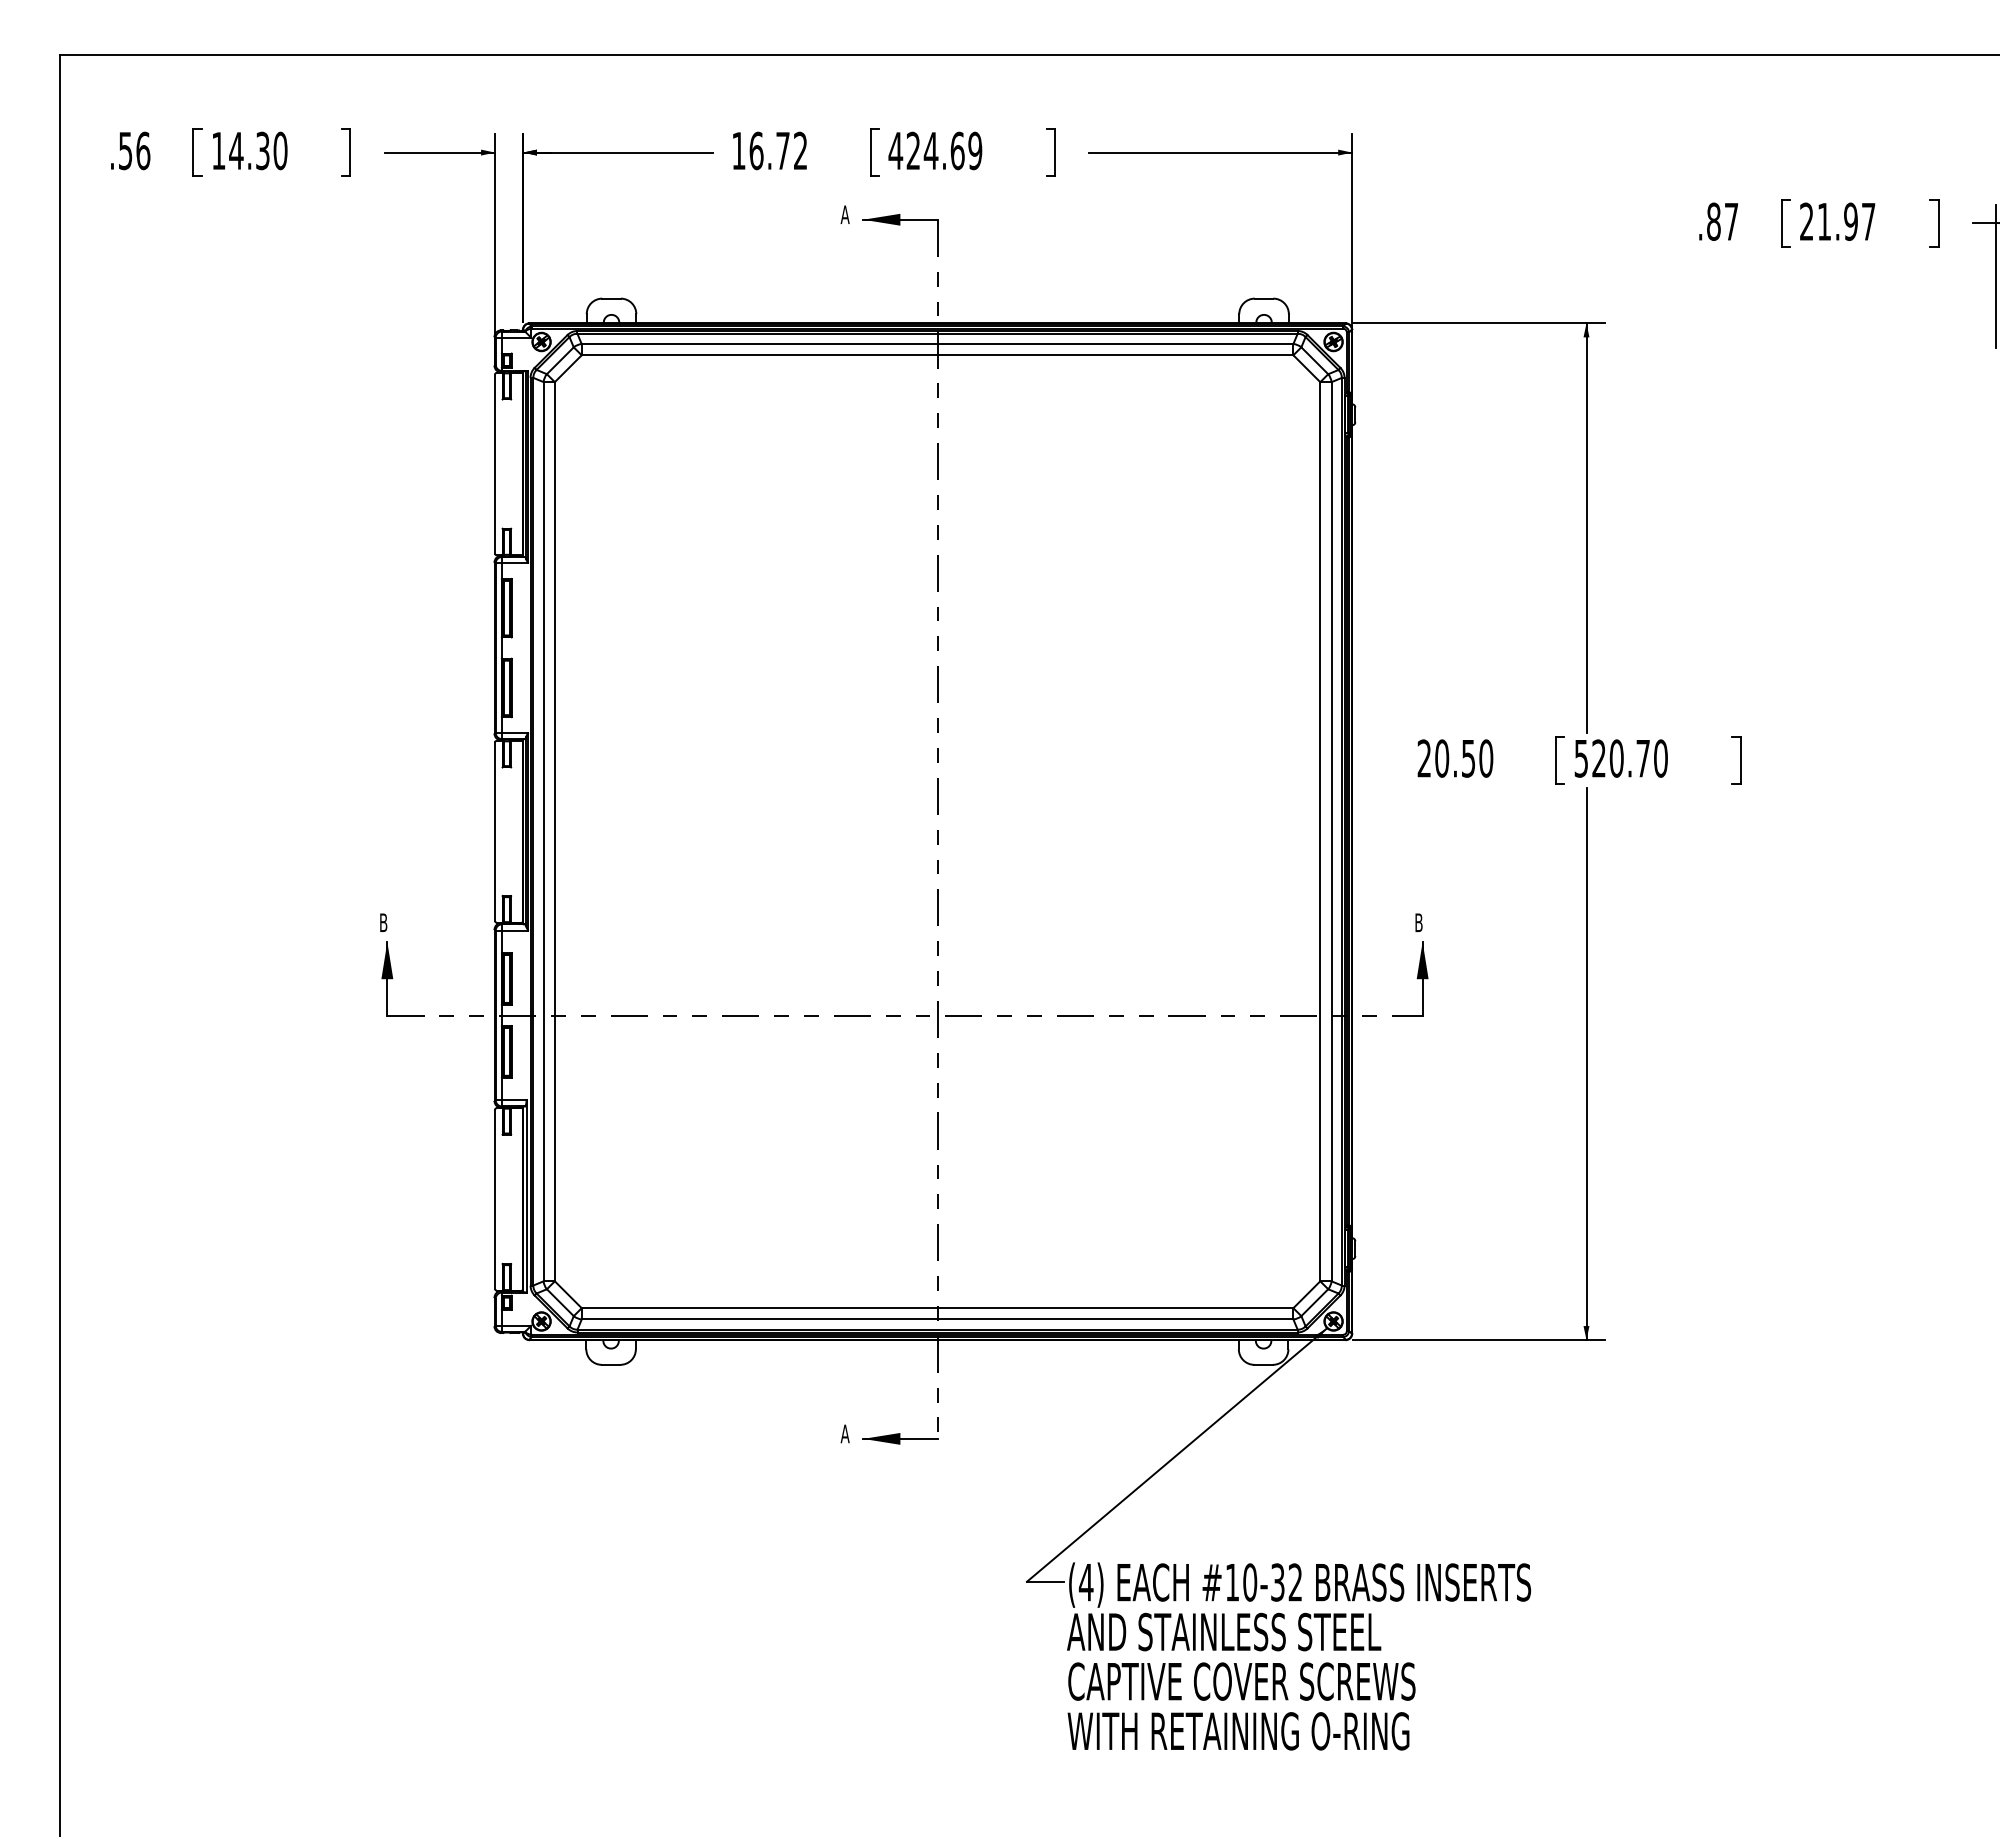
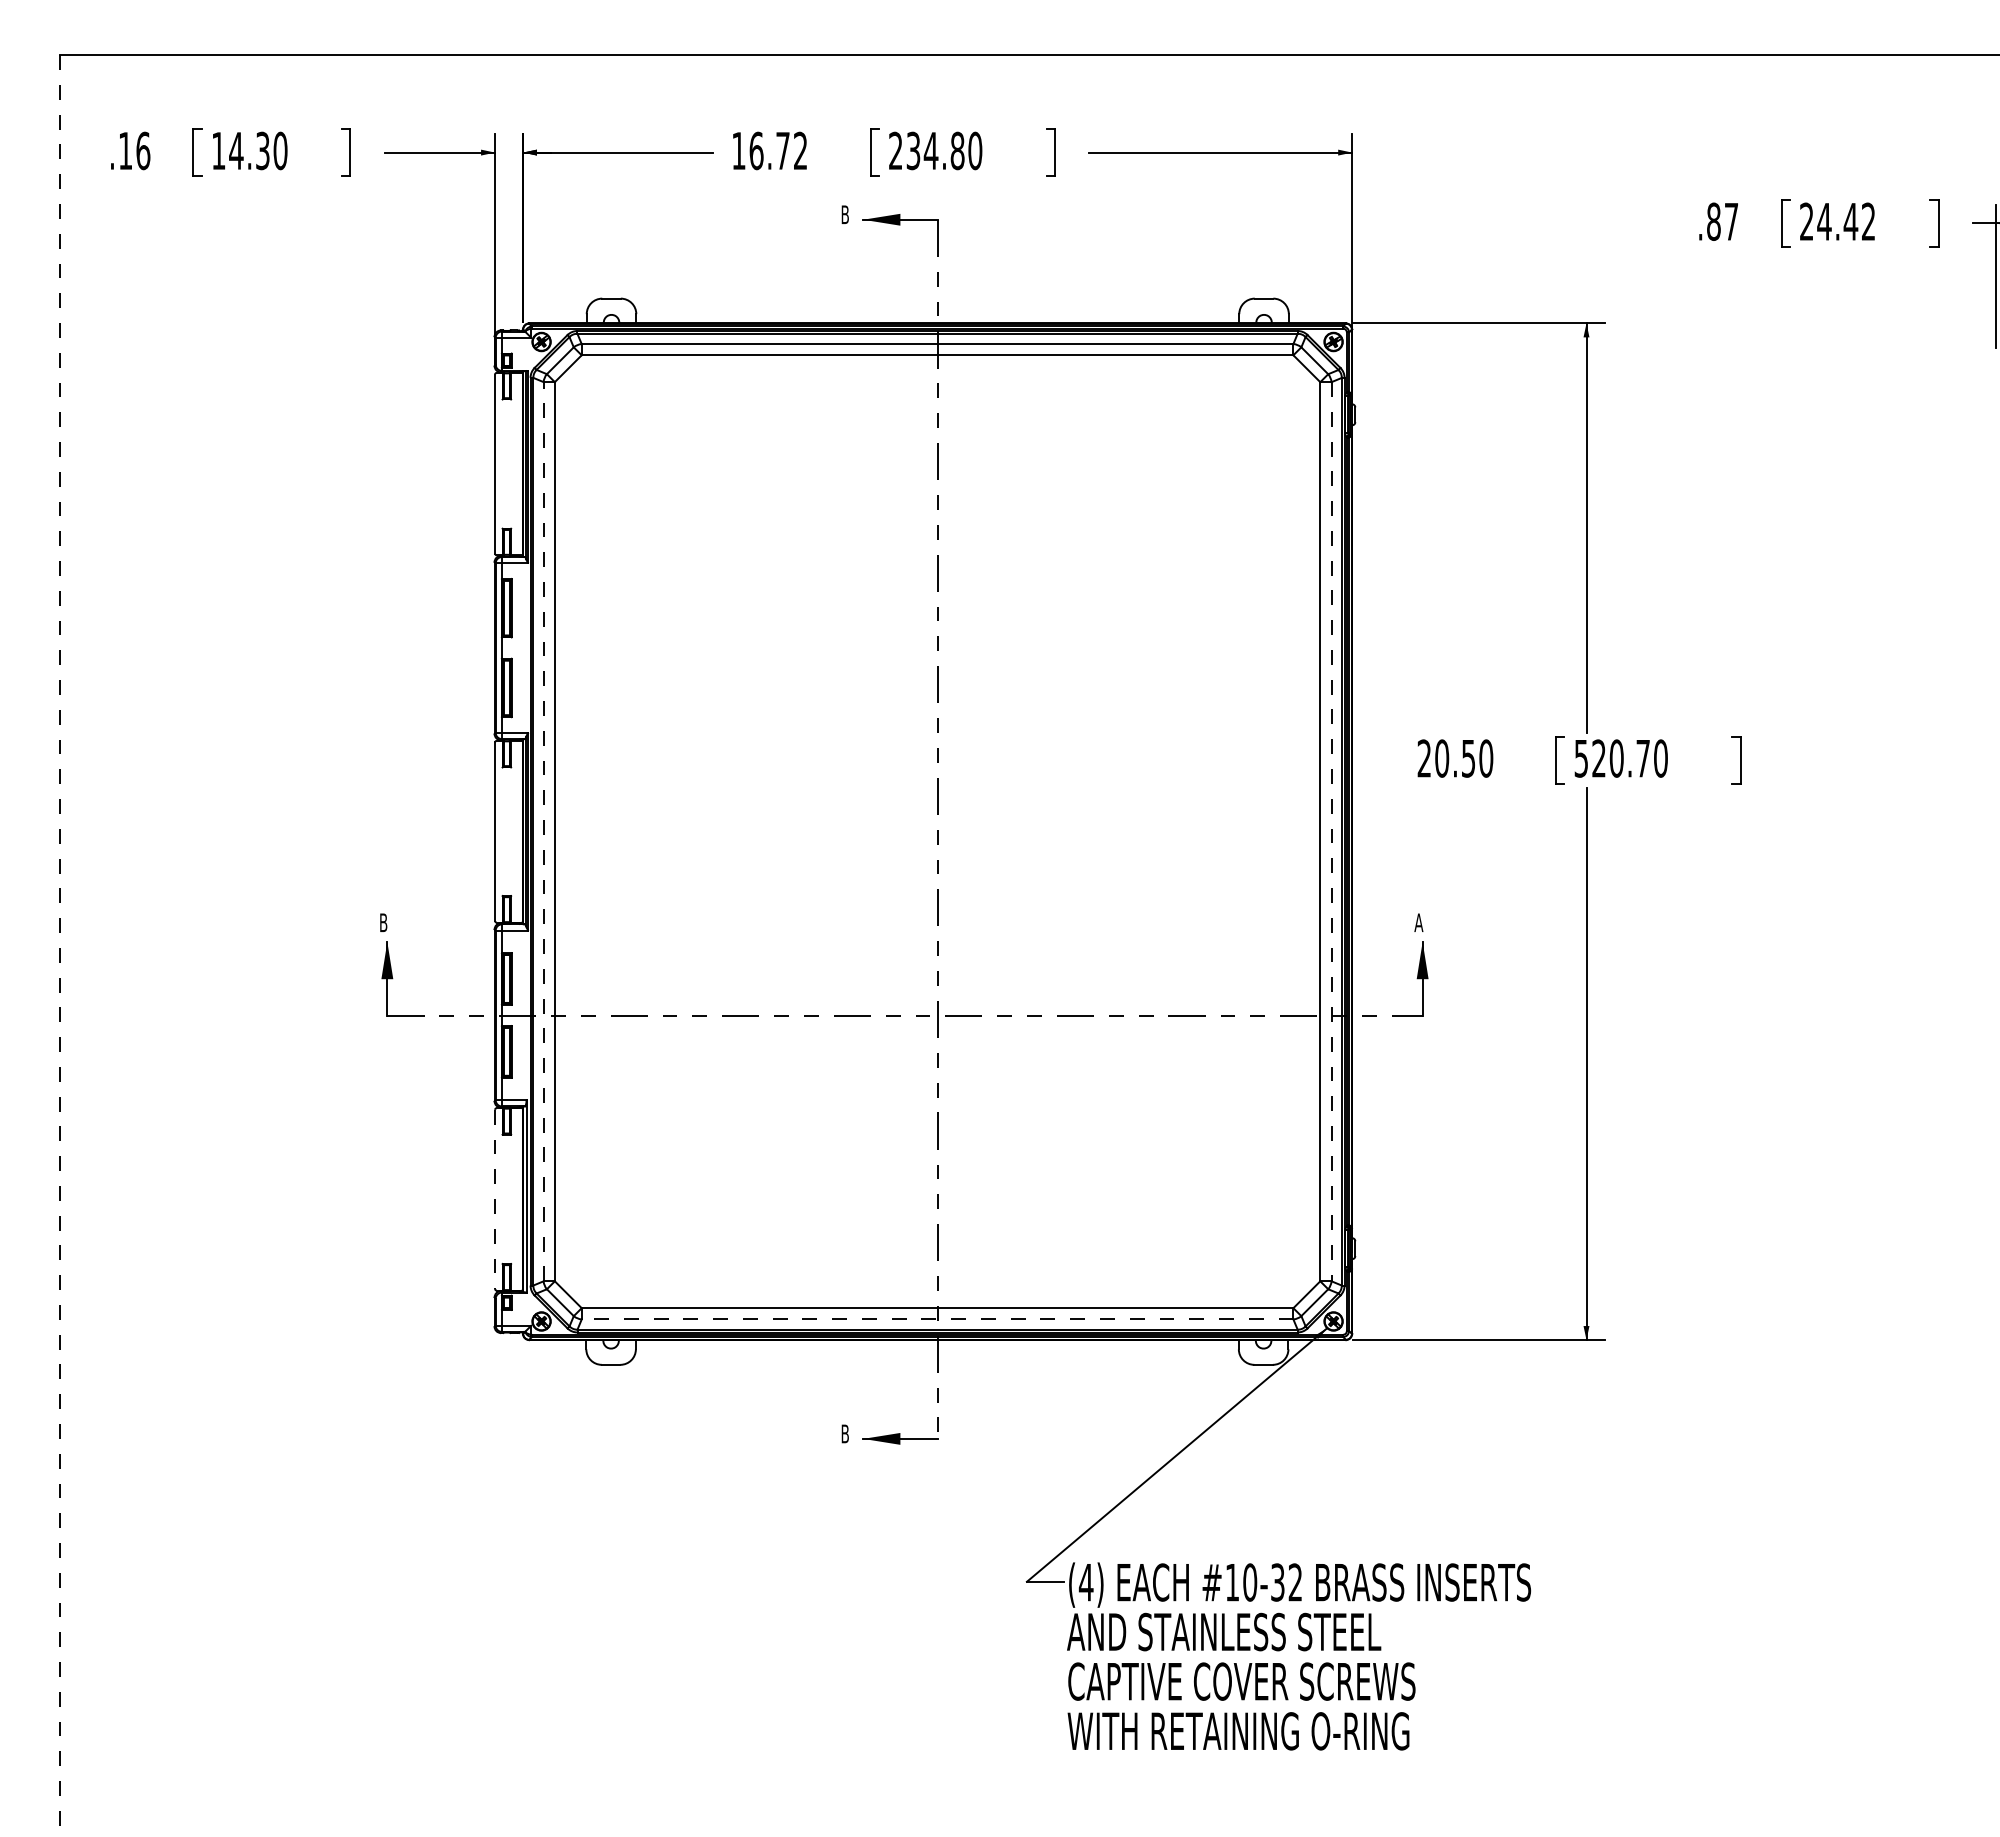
text at (935, 150): 424.69 -> 234.80
text at (125, 151): .56 -> .16
text at (844, 214): A -> B
text at (1846, 221): 21.97 -> 24.42
line at (543, 831): solid -> dashed
line at (1331, 831): solid -> dashed
text at (1418, 922): B -> A
line at (60, 946): solid -> dashed
line at (495, 1199): solid -> dashed
line at (937, 1319): solid -> dashed
text at (844, 1433): A -> B
